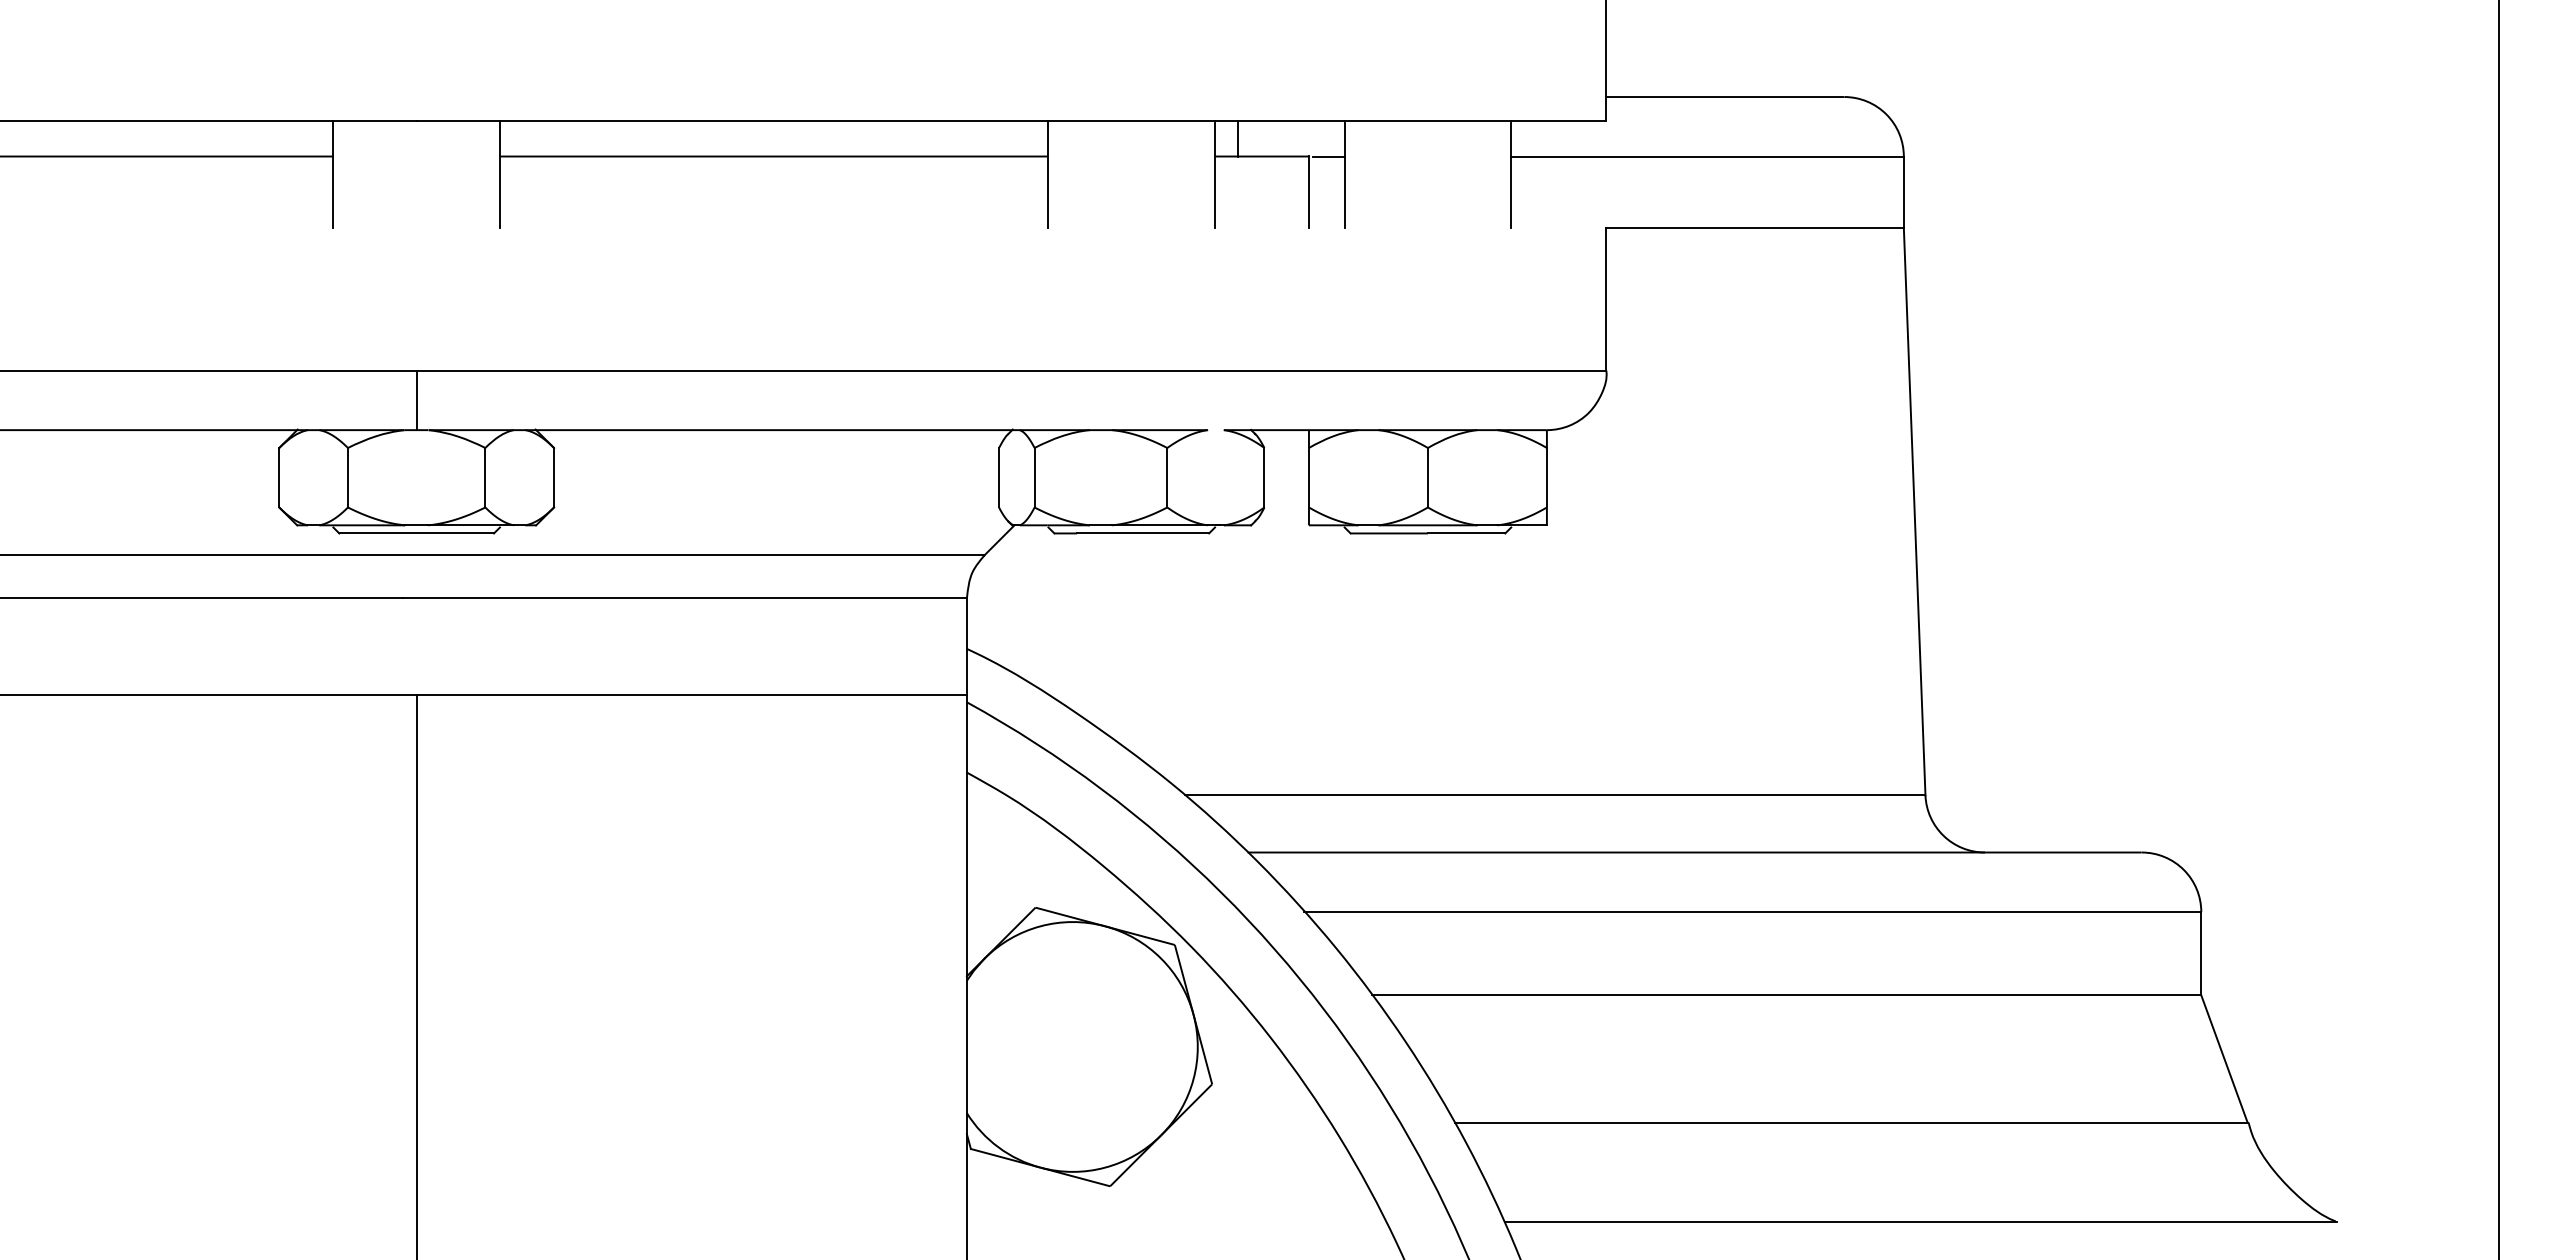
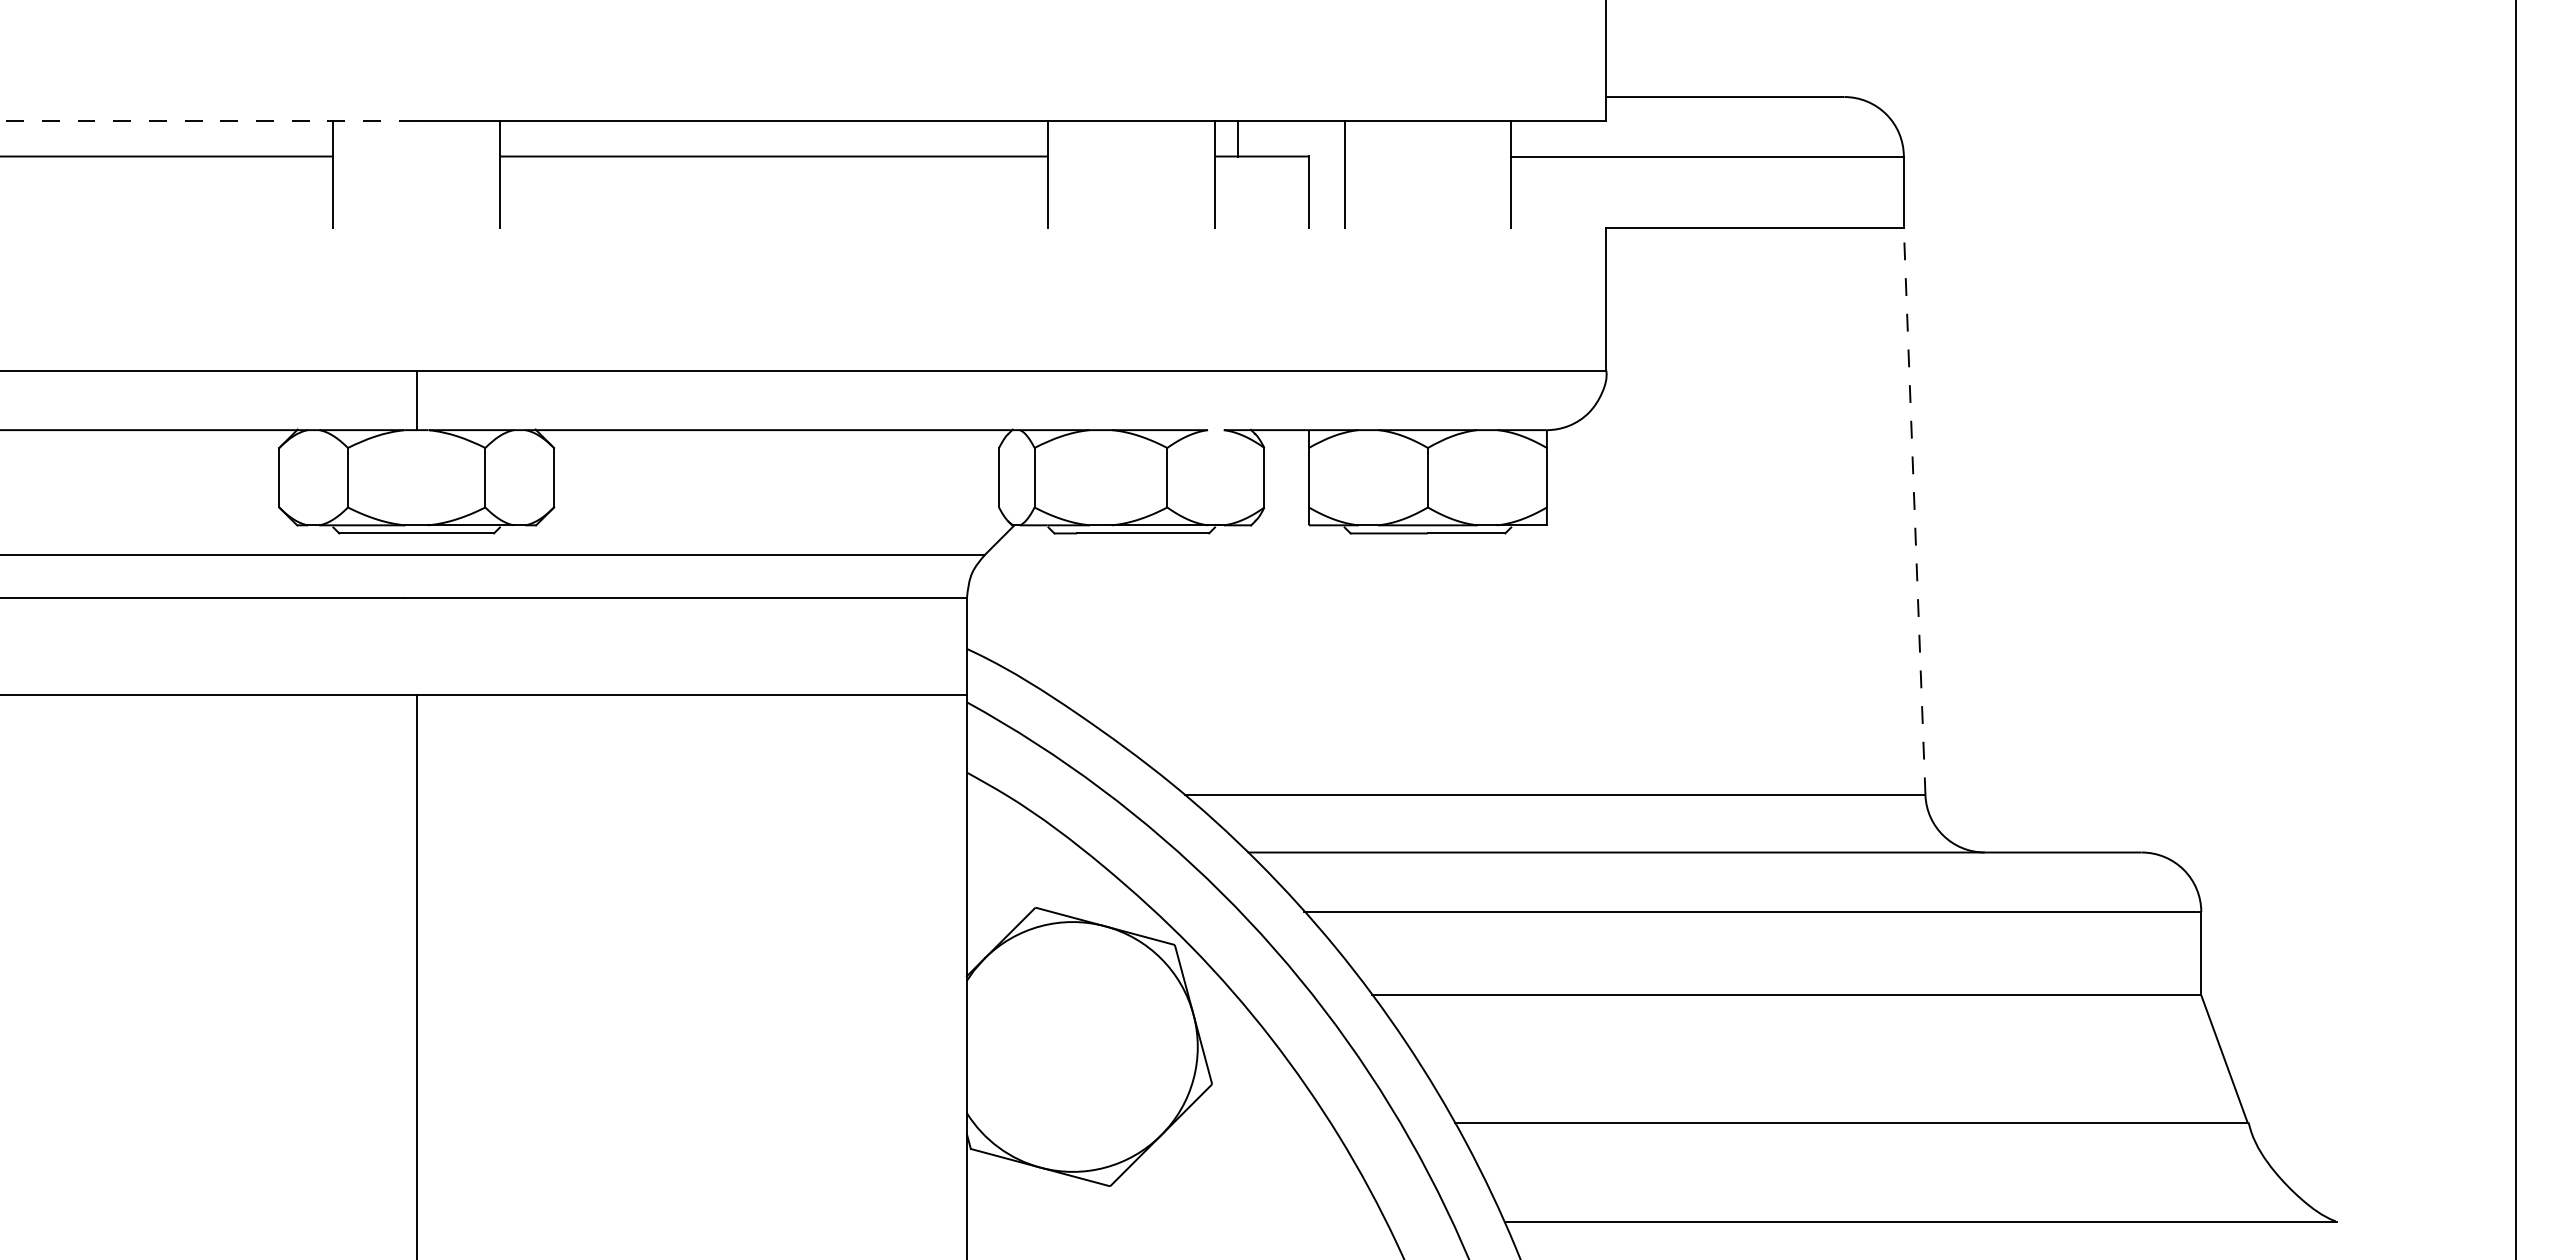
line at (208, 120): solid -> dashed
line at (1328, 156): present -> none
line at (1914, 511): solid -> dashed
line at (2498, 629) position: (2498, 629) -> (2515, 629)
